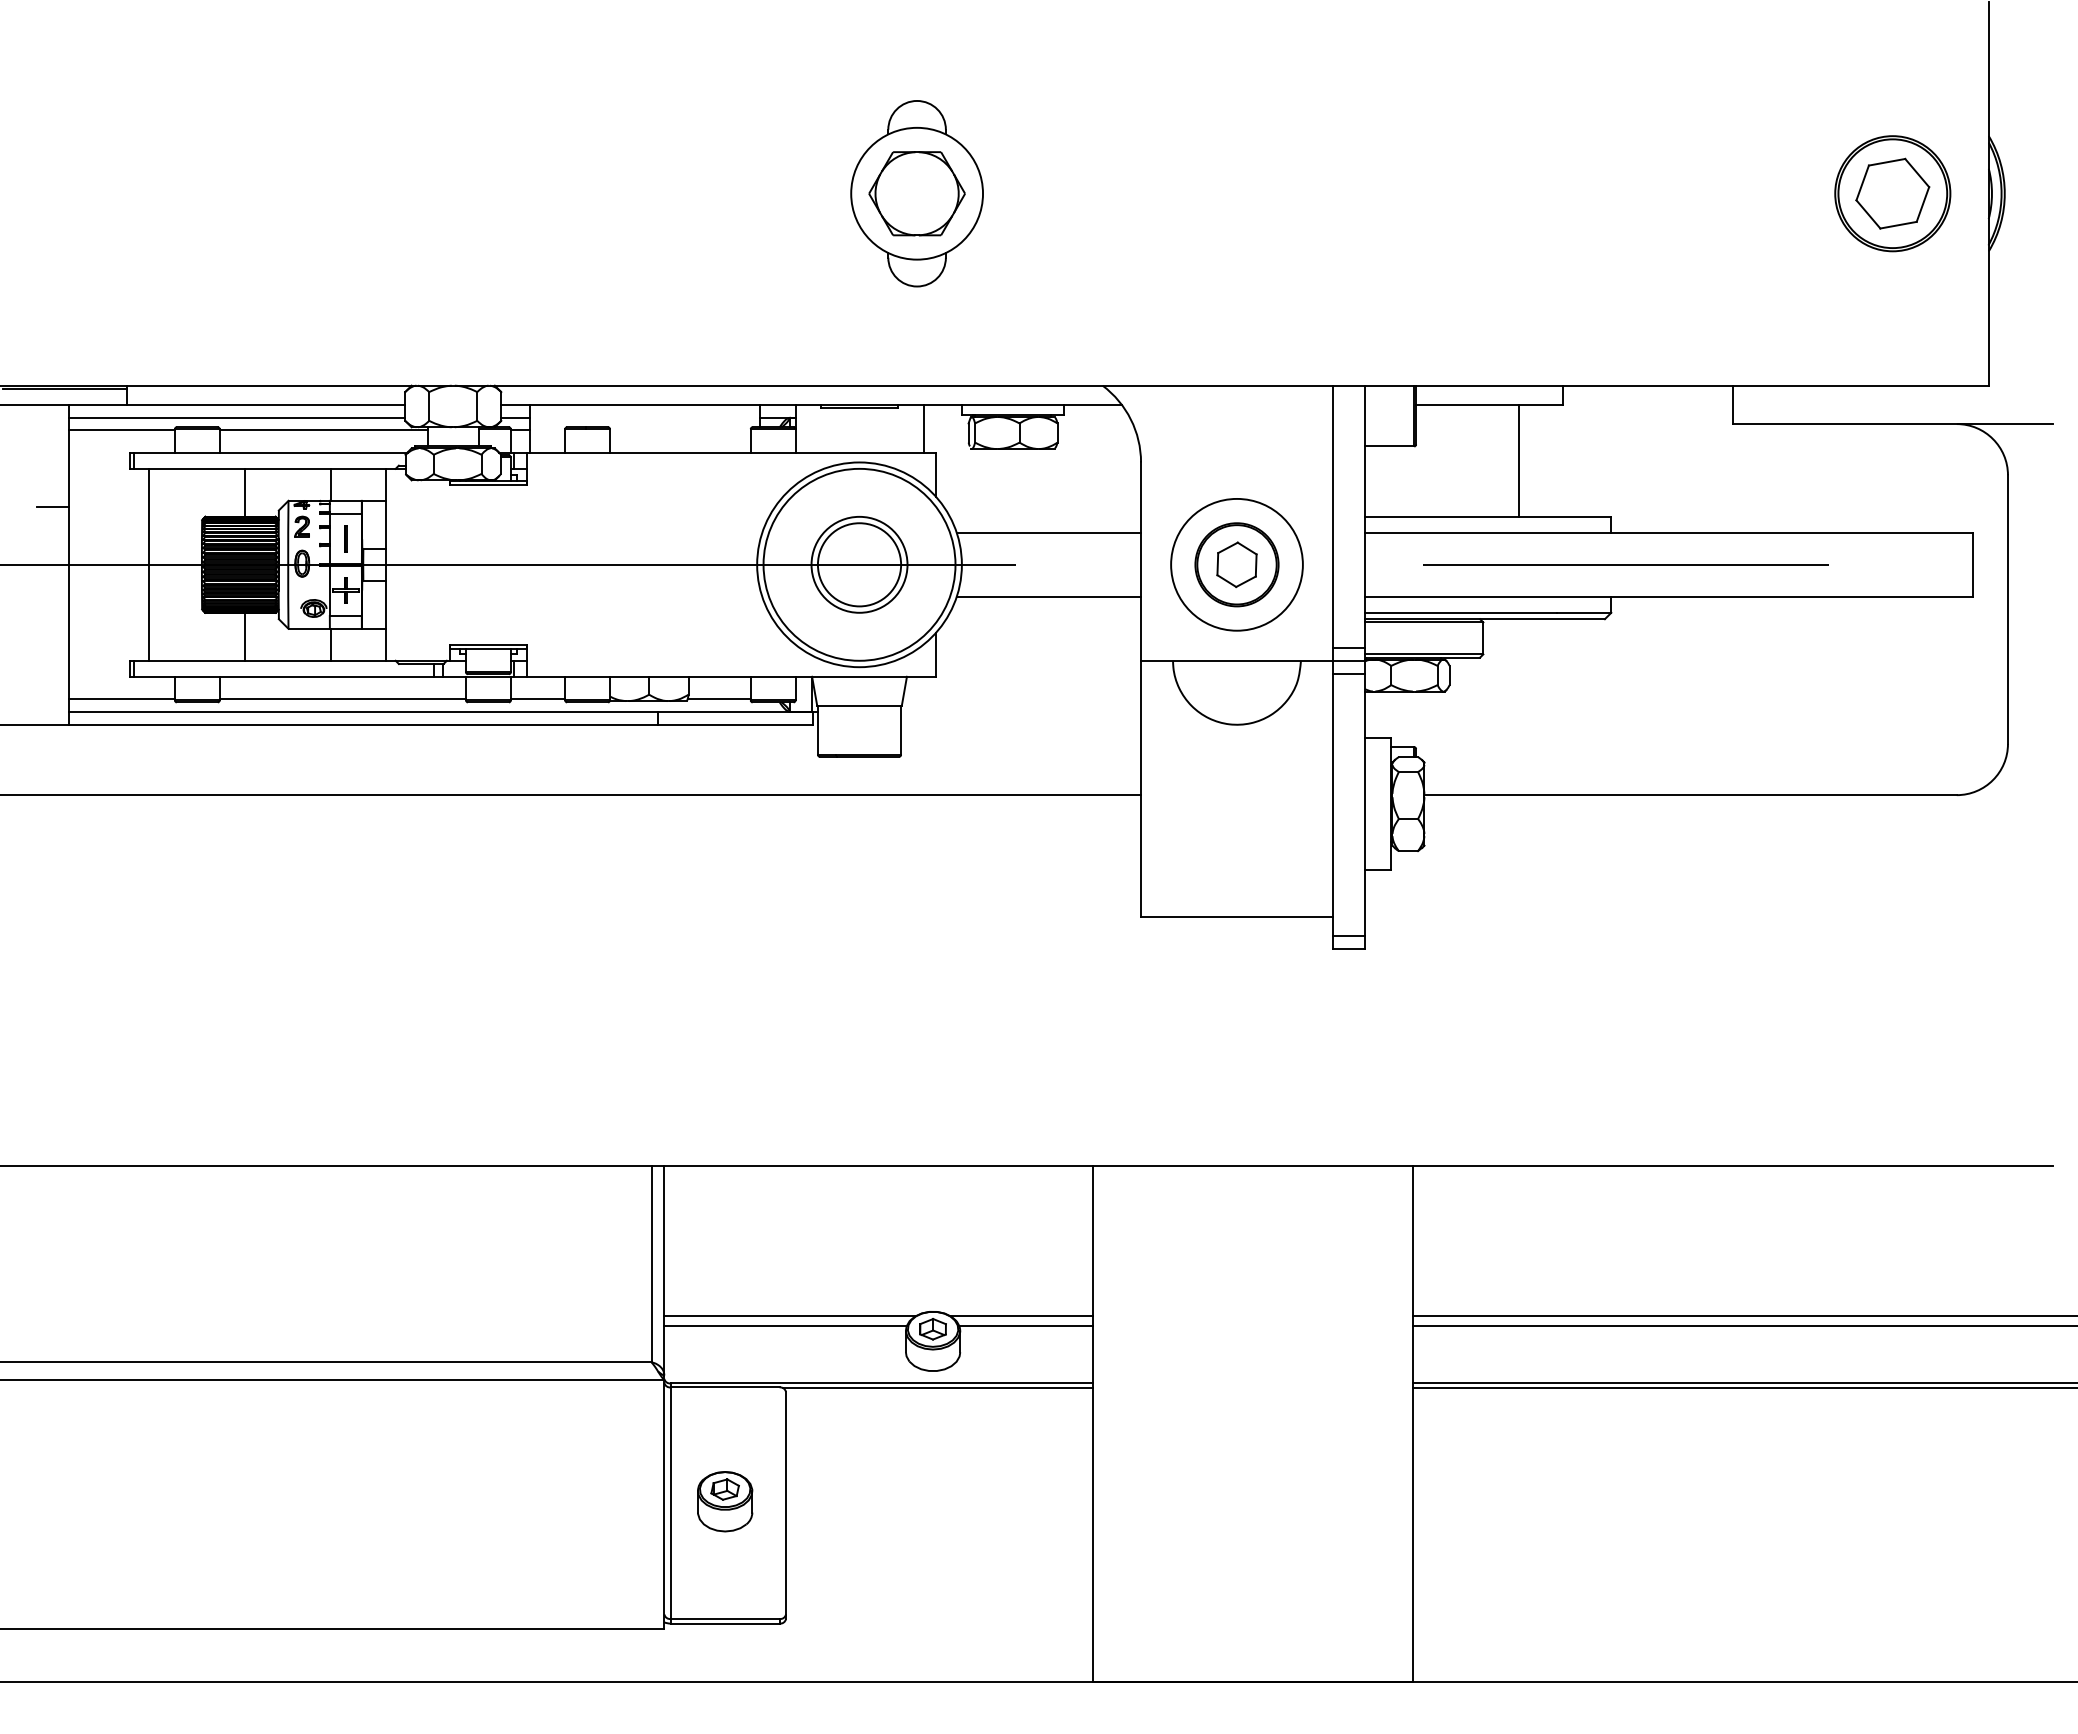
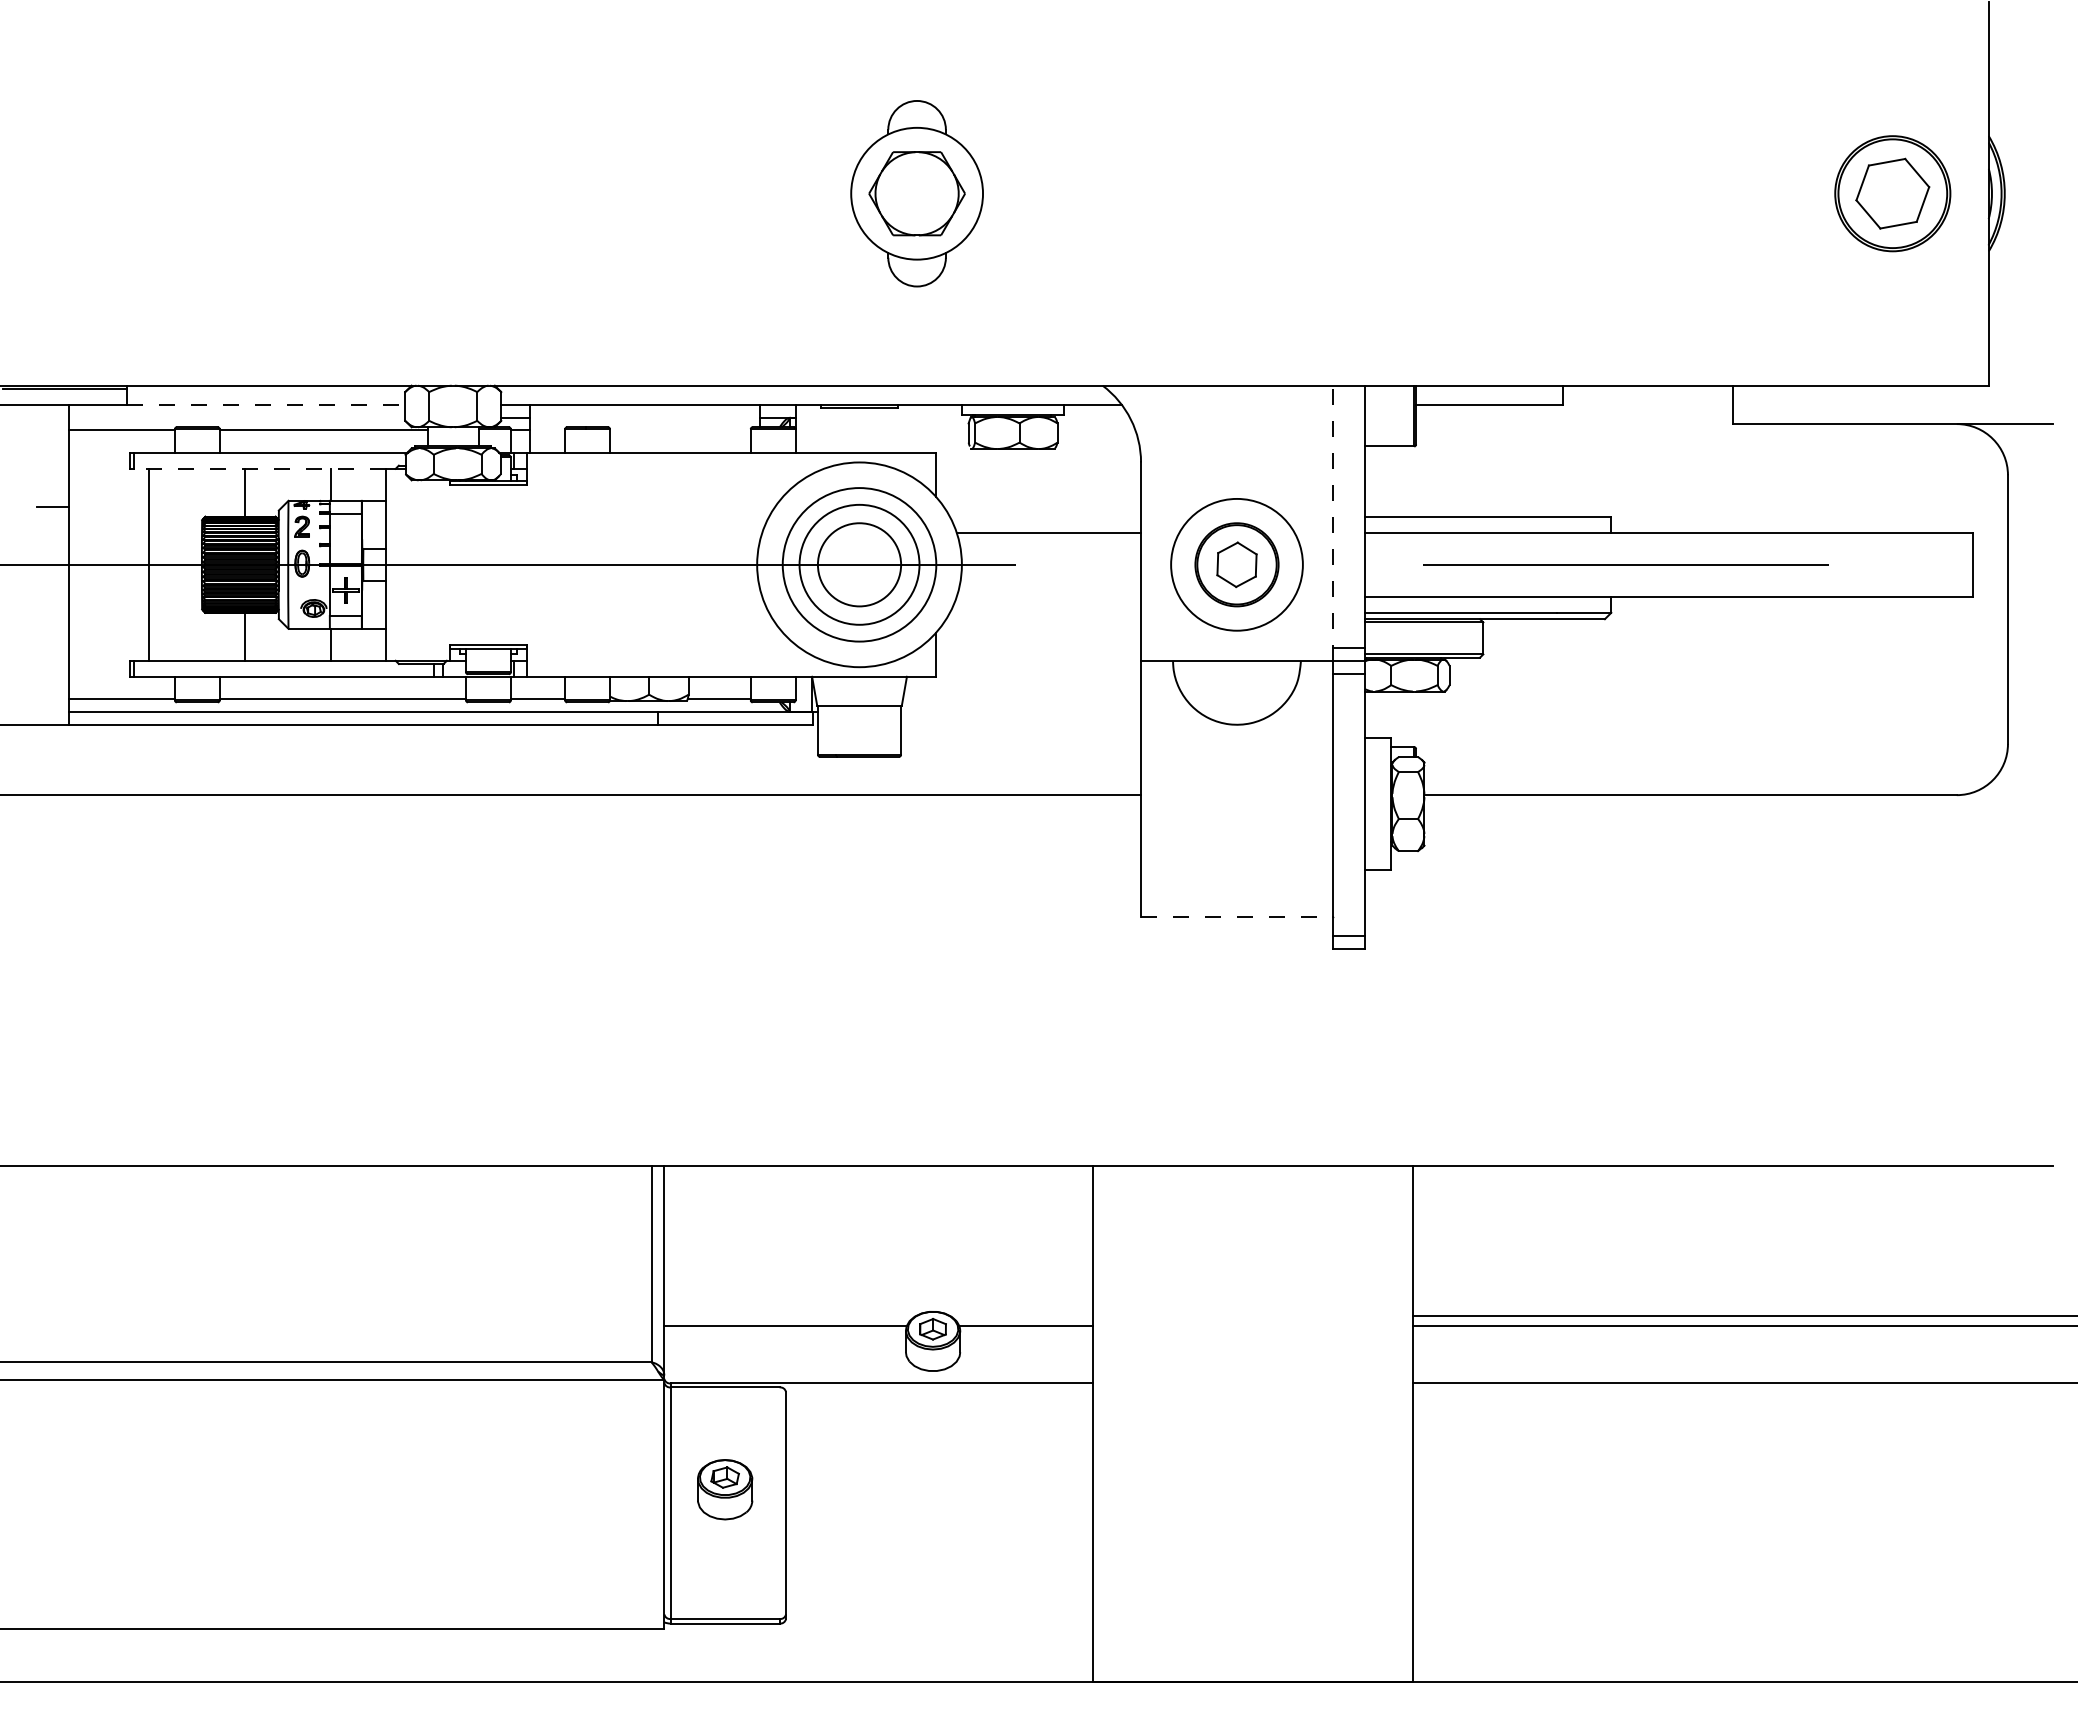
line at (266, 404): solid -> dashed
line at (237, 417): present -> none
line at (923, 428): present -> none
line at (1518, 460): present -> none
line at (259, 468): solid -> dashed
line at (1332, 523): solid -> dashed
line at (345, 538): present -> none
circle at (859, 564) diameter: 192 px -> 154 px
circle at (859, 564) diameter: 96 px -> 120 px
line at (1048, 596): present -> none
line at (1237, 916): solid -> dashed
line at (789, 1316): present -> none
line at (1022, 1316): present -> none
line at (937, 1388): present -> none
line at (1743, 1388): present -> none
part at (725, 1501) position: (725, 1501) -> (725, 1489)
